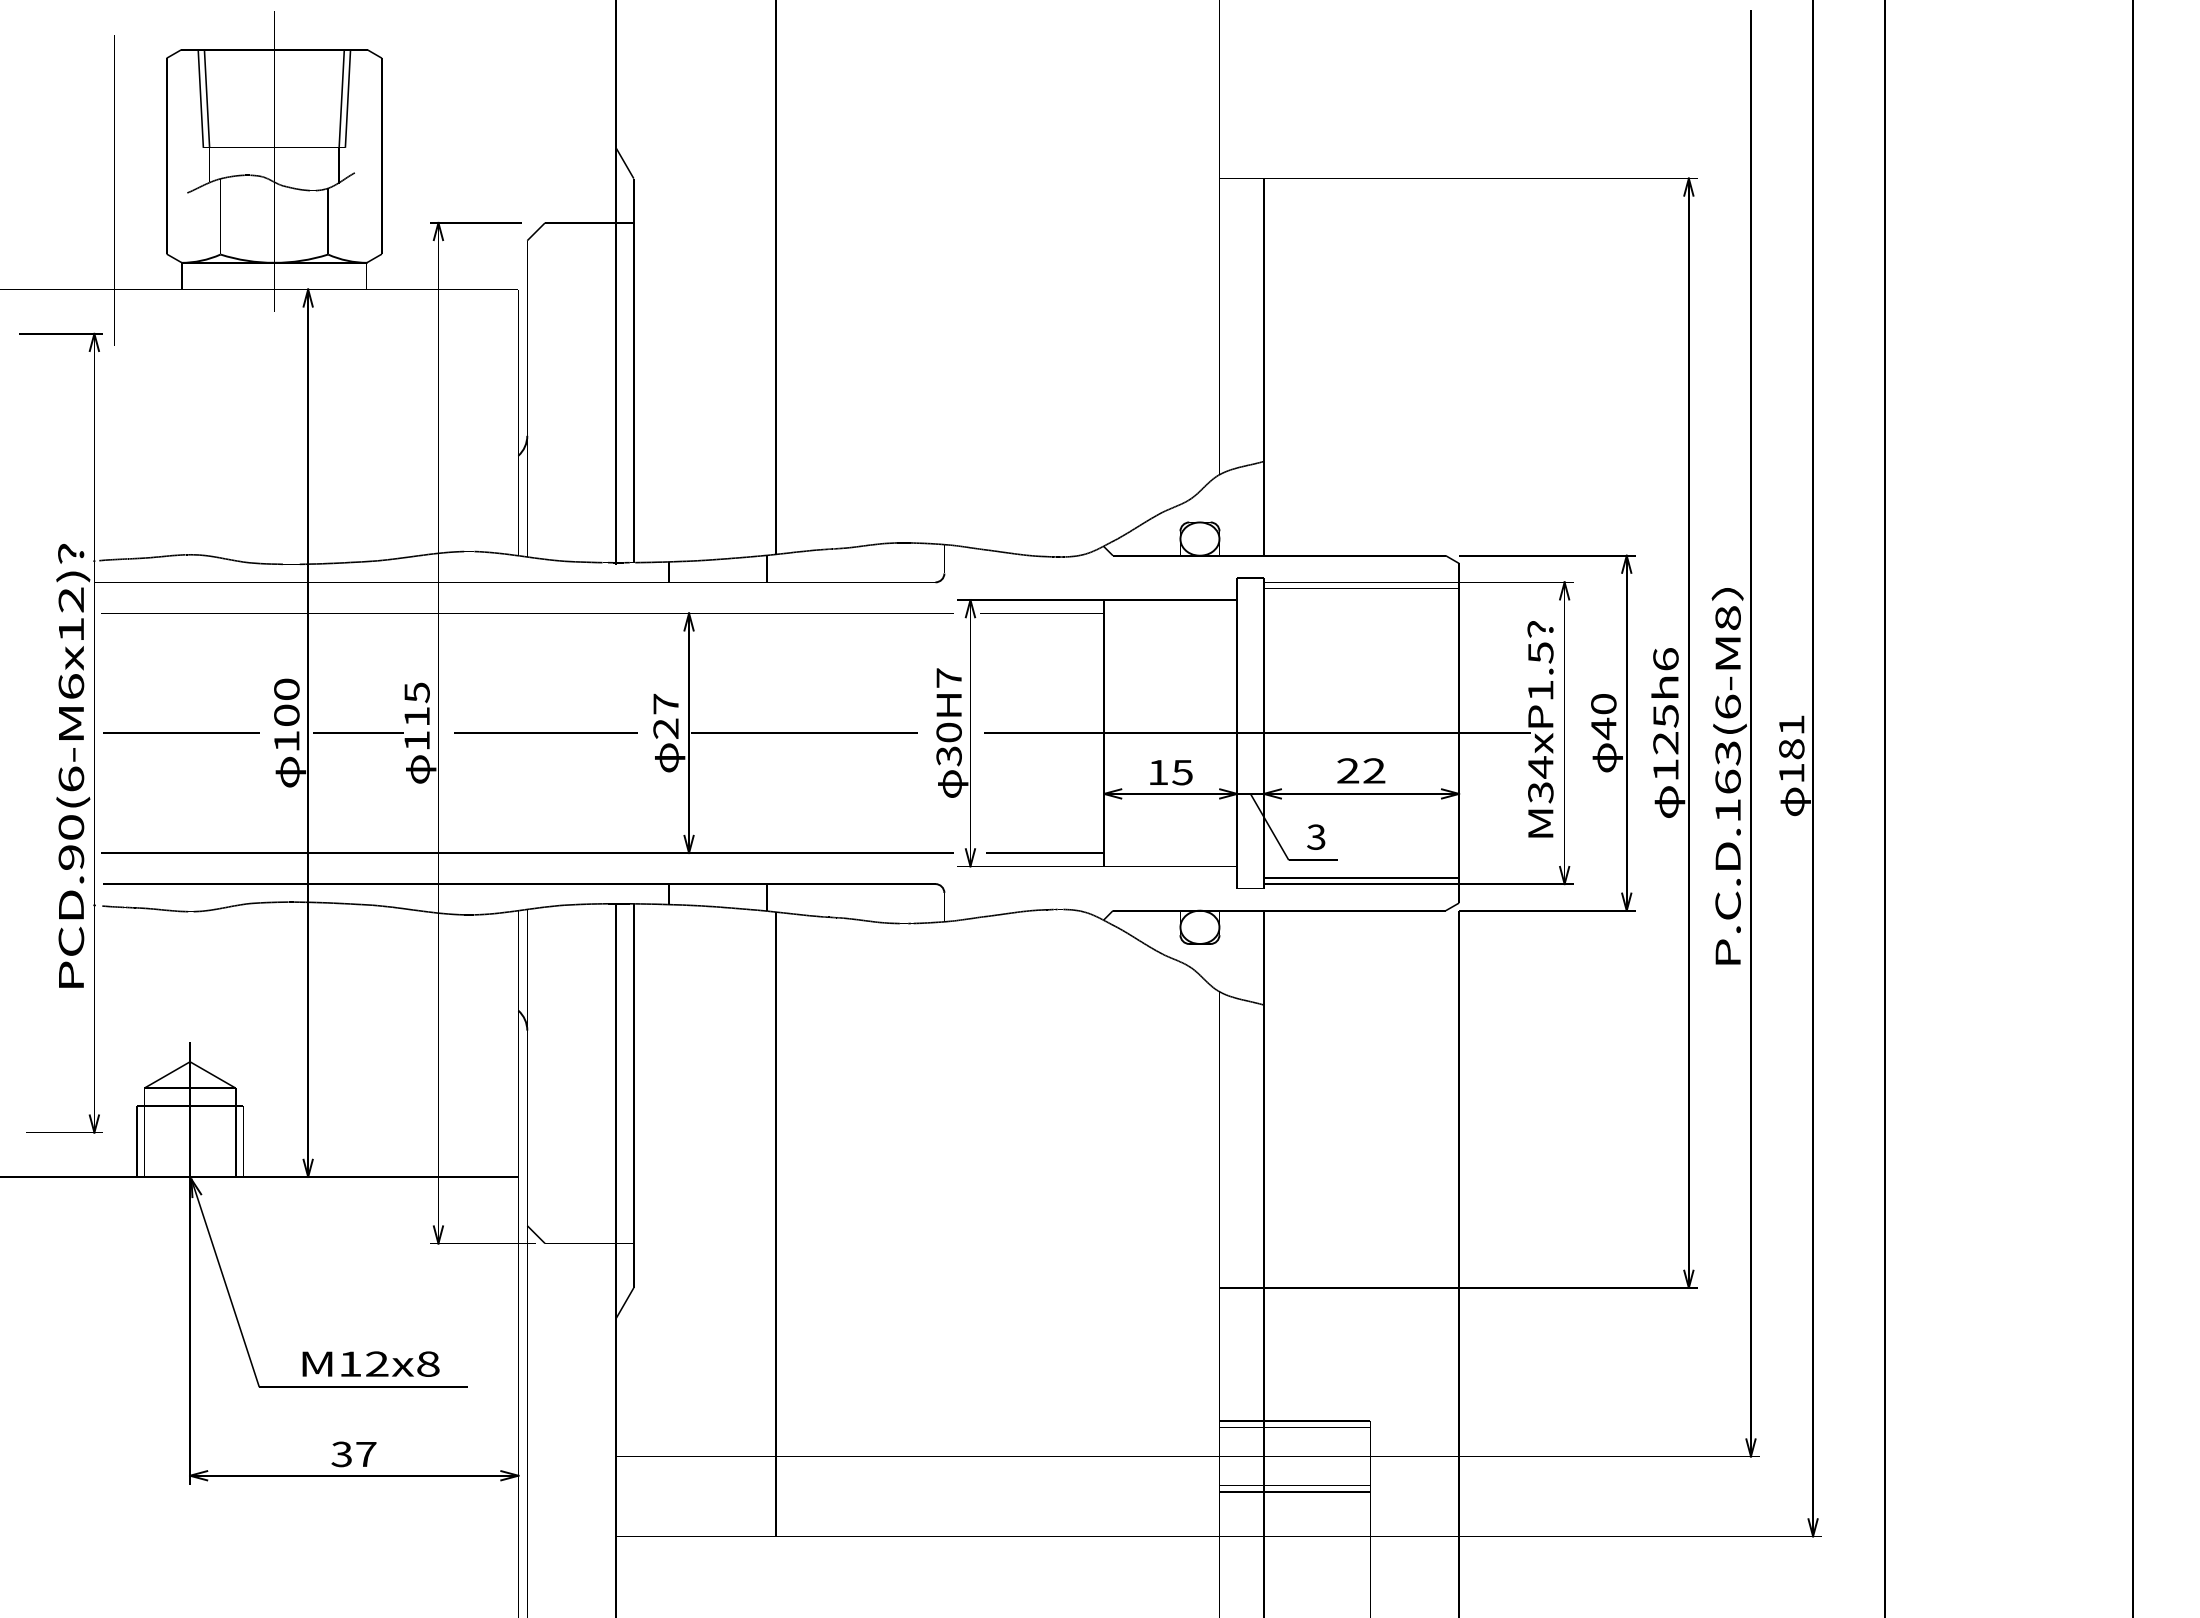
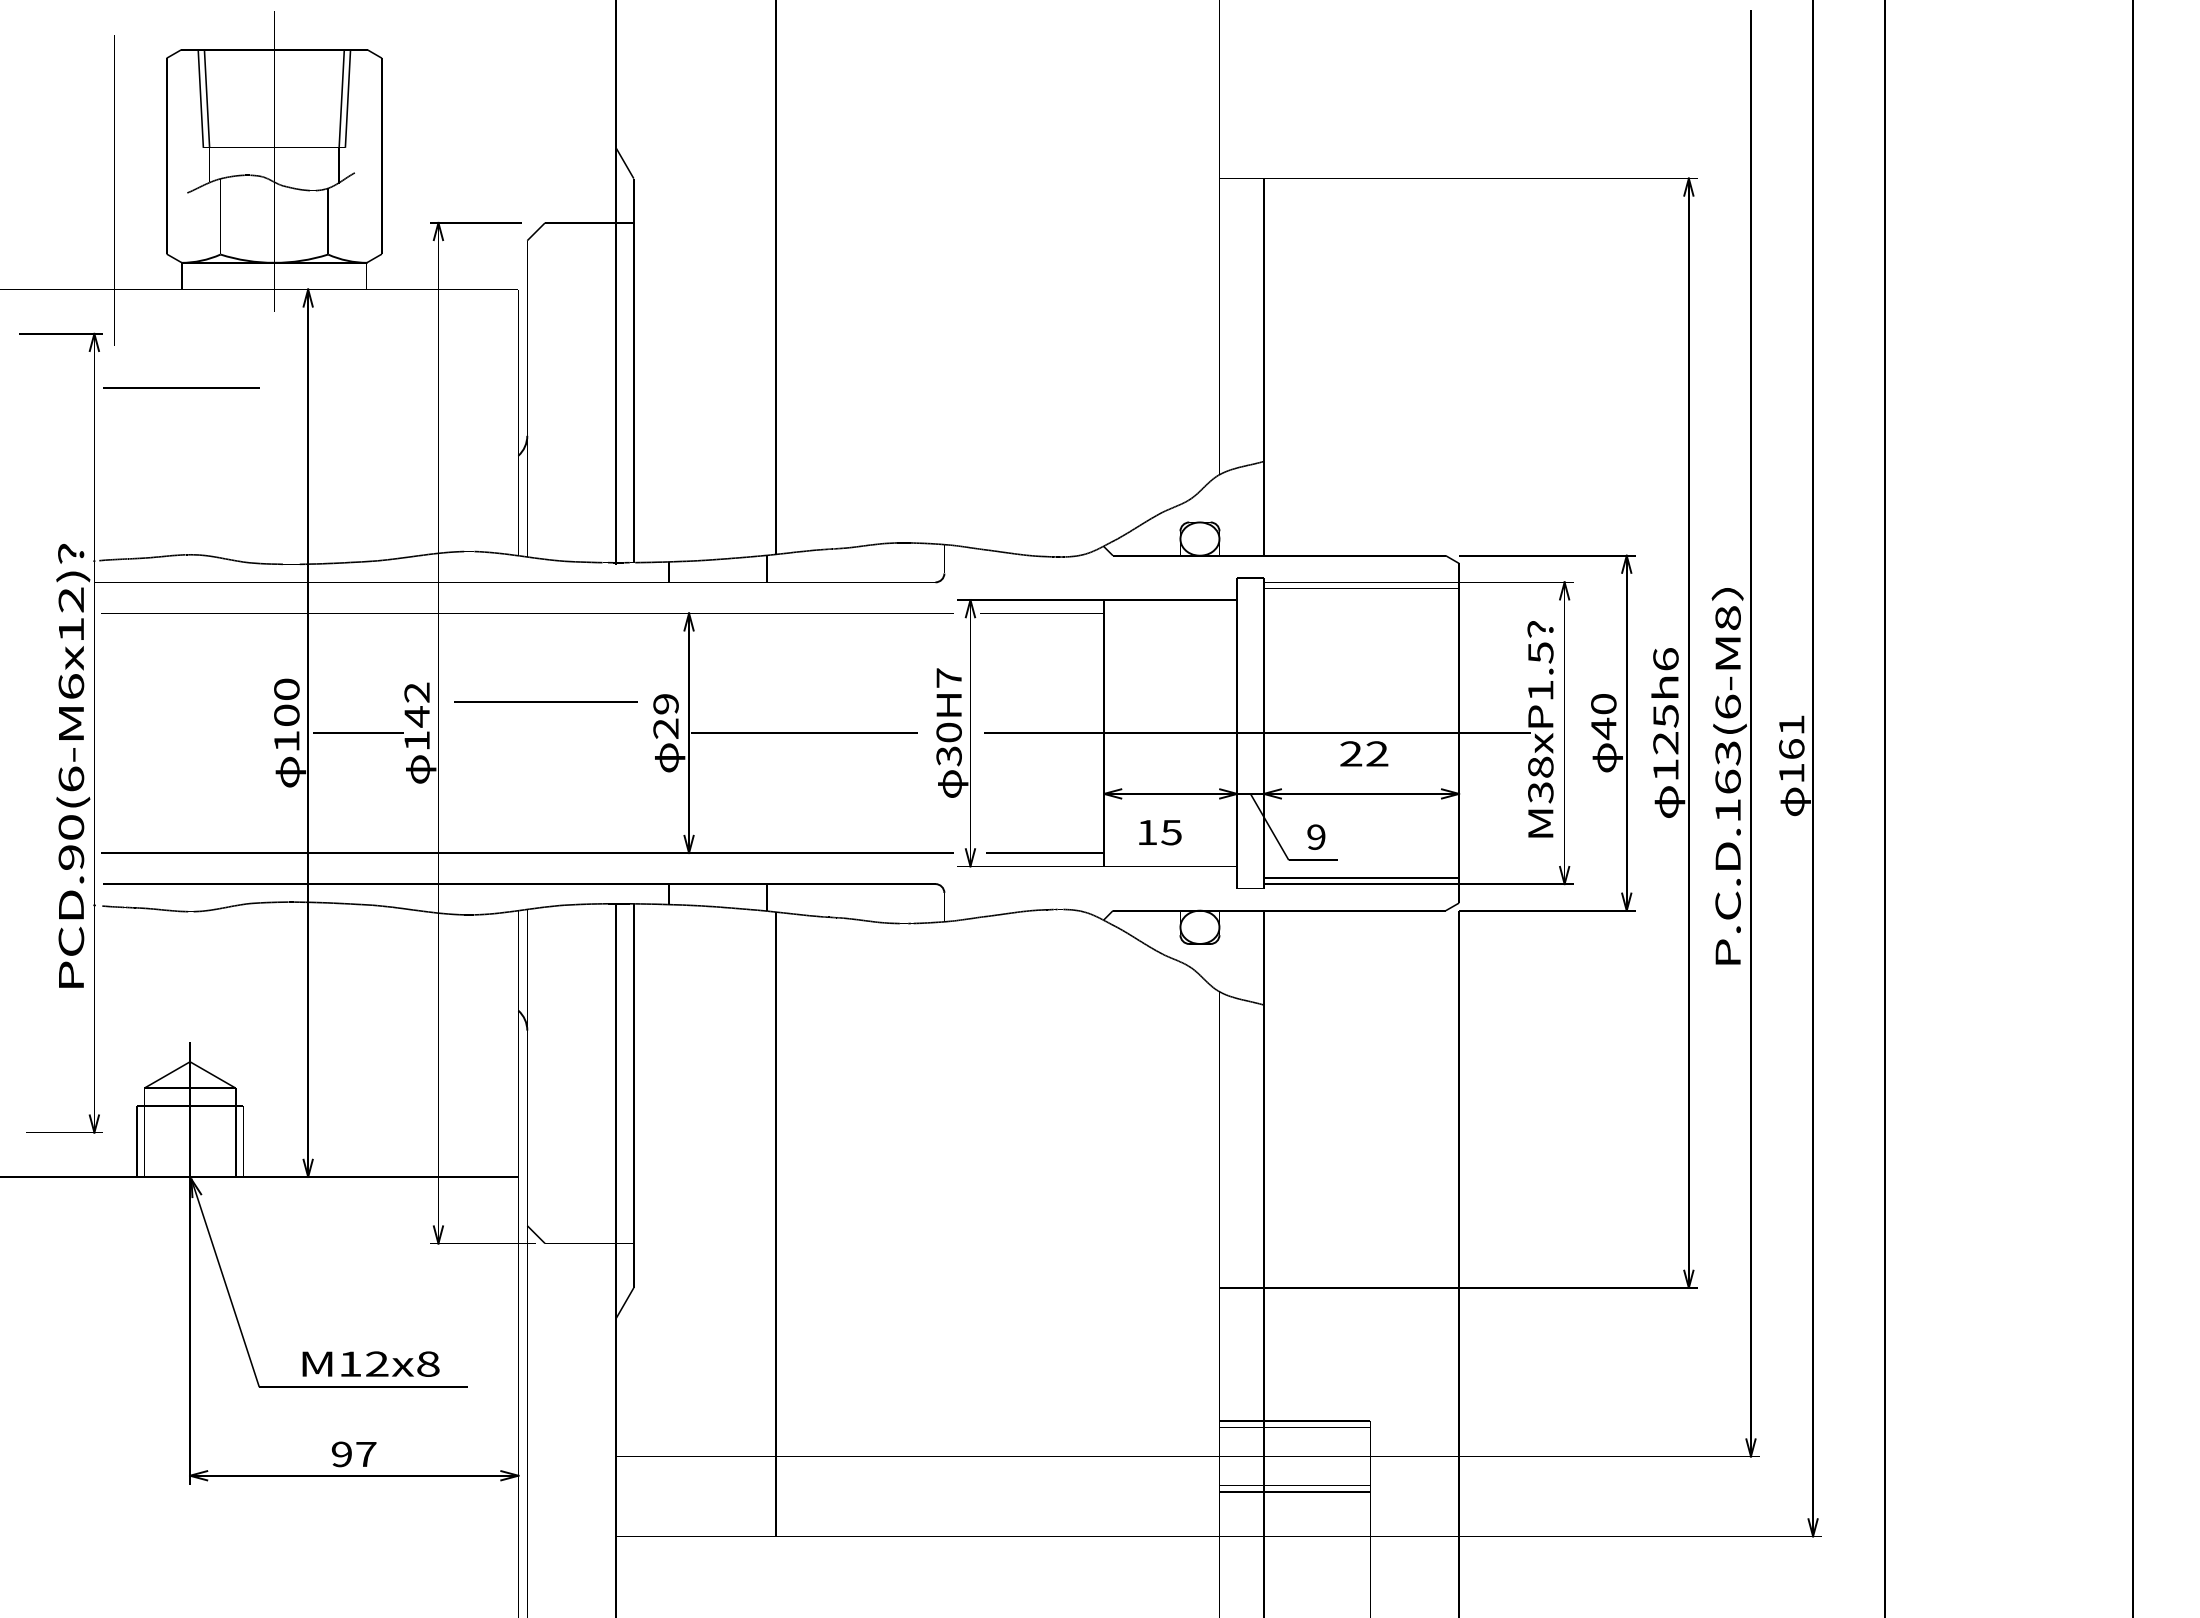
text at (665, 703): 27 -> 29
text at (416, 704): 115 -> 142
line at (181, 732) position: (181, 732) -> (181, 387)
line at (545, 732) position: (545, 732) -> (545, 701)
text at (1791, 749): 181 -> 161
text at (1540, 767): M34xP1.5^V -> M38xP1.5^V
text at (1361, 770) position: (1361, 770) -> (1364, 753)
text at (1171, 772) position: (1171, 772) -> (1160, 832)
text at (1316, 836): 3 -> 9
text at (341, 1454): 37 -> 97
